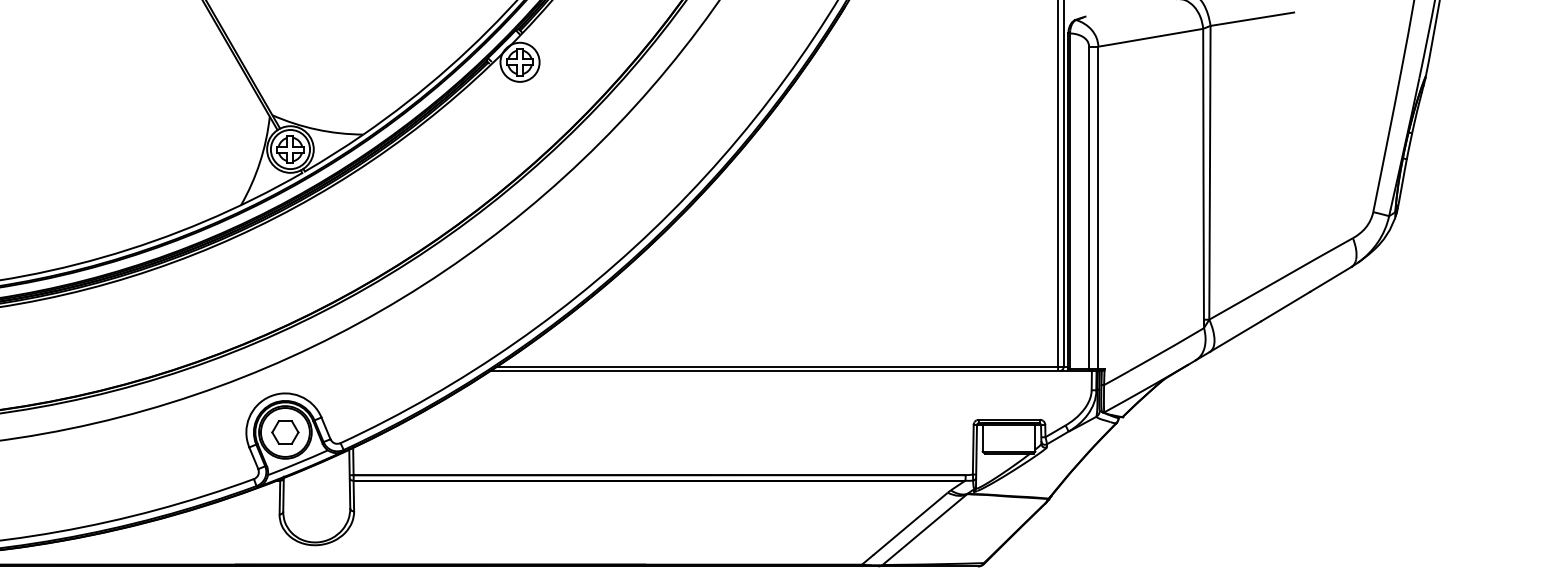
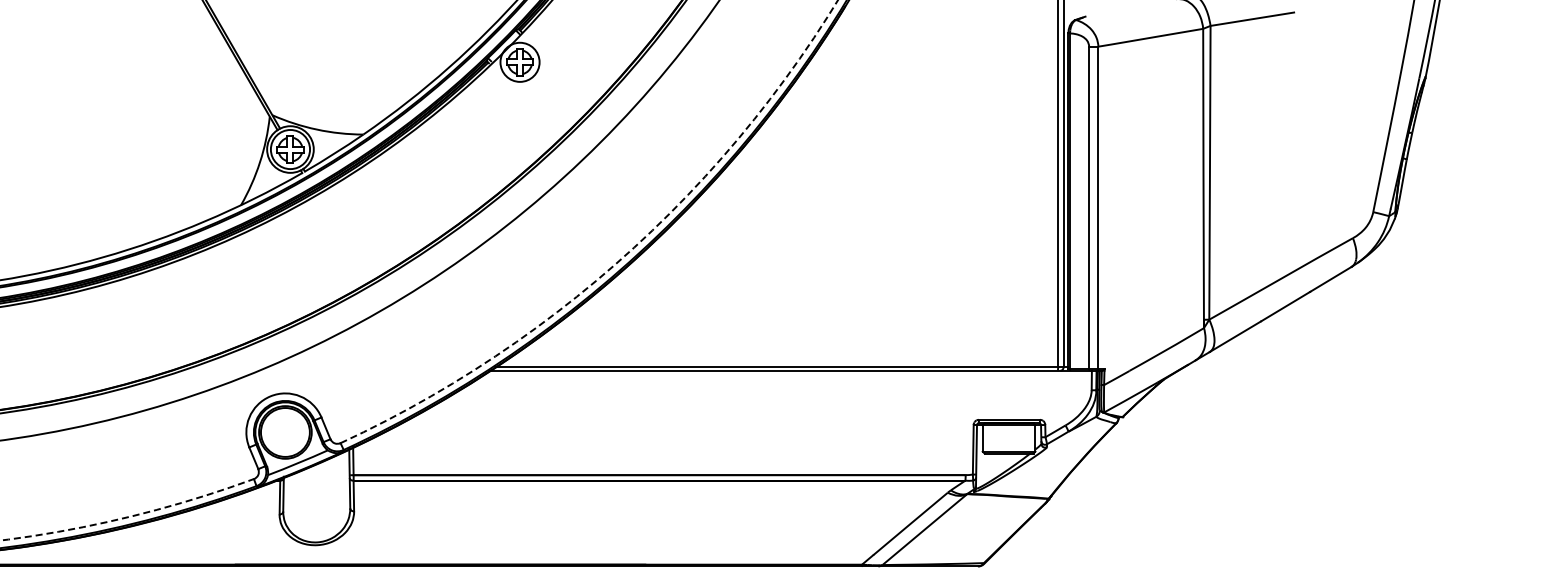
arc at (622, 257): solid -> dashed
part at (285, 432): present -> none
arc at (128, 517): solid -> dashed
